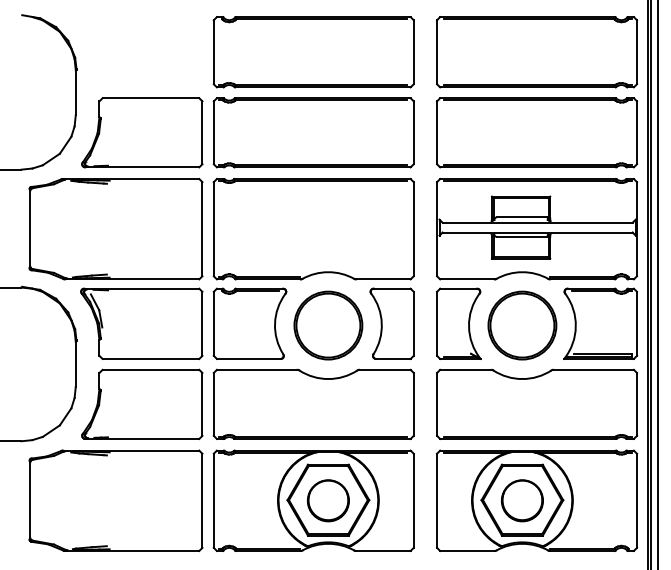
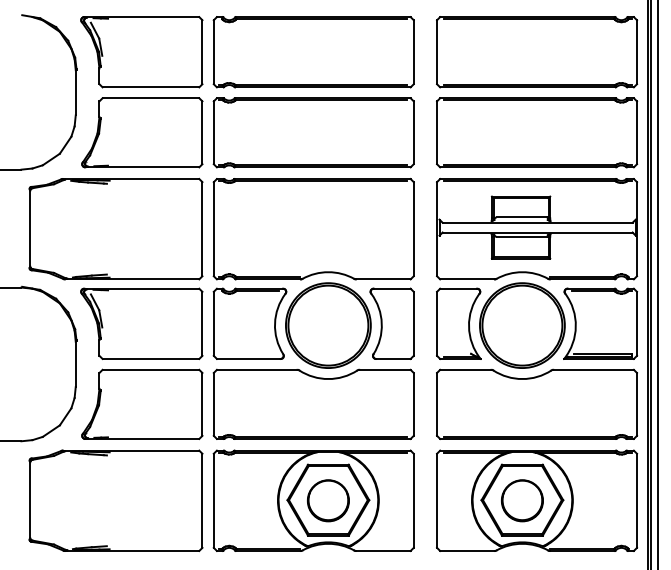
part at (141, 52): none -> present
part at (328, 325) size: 71x71 px -> 87x87 px
part at (522, 325) size: 71x71 px -> 87x87 px
